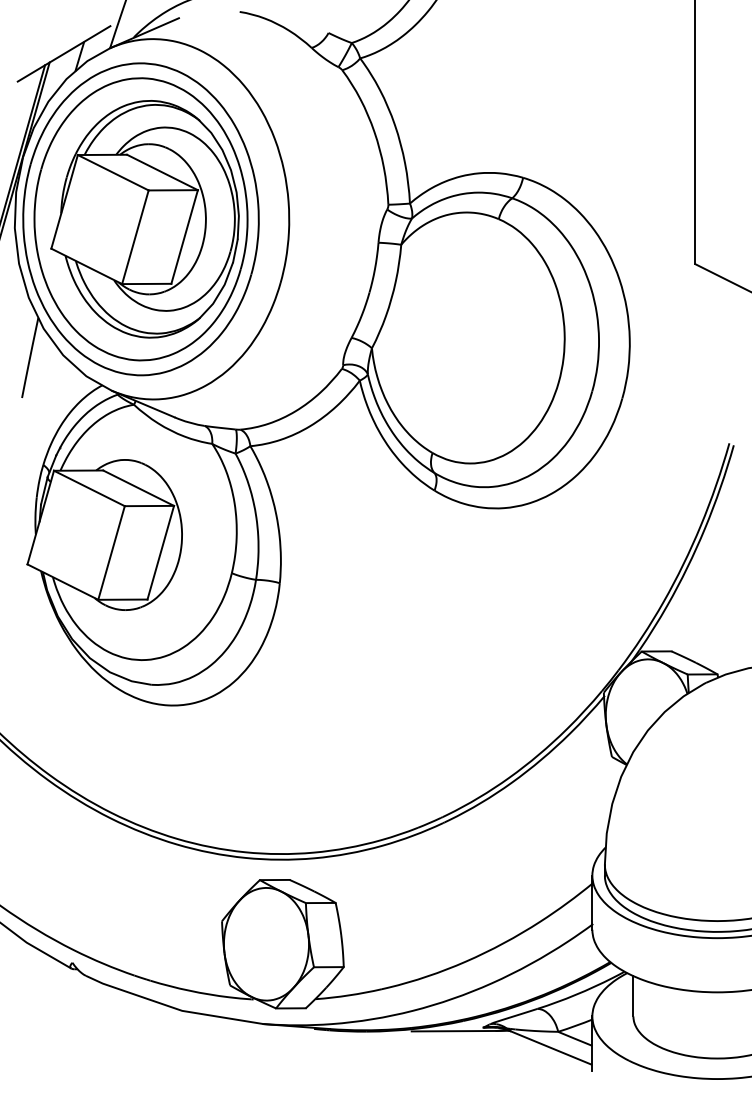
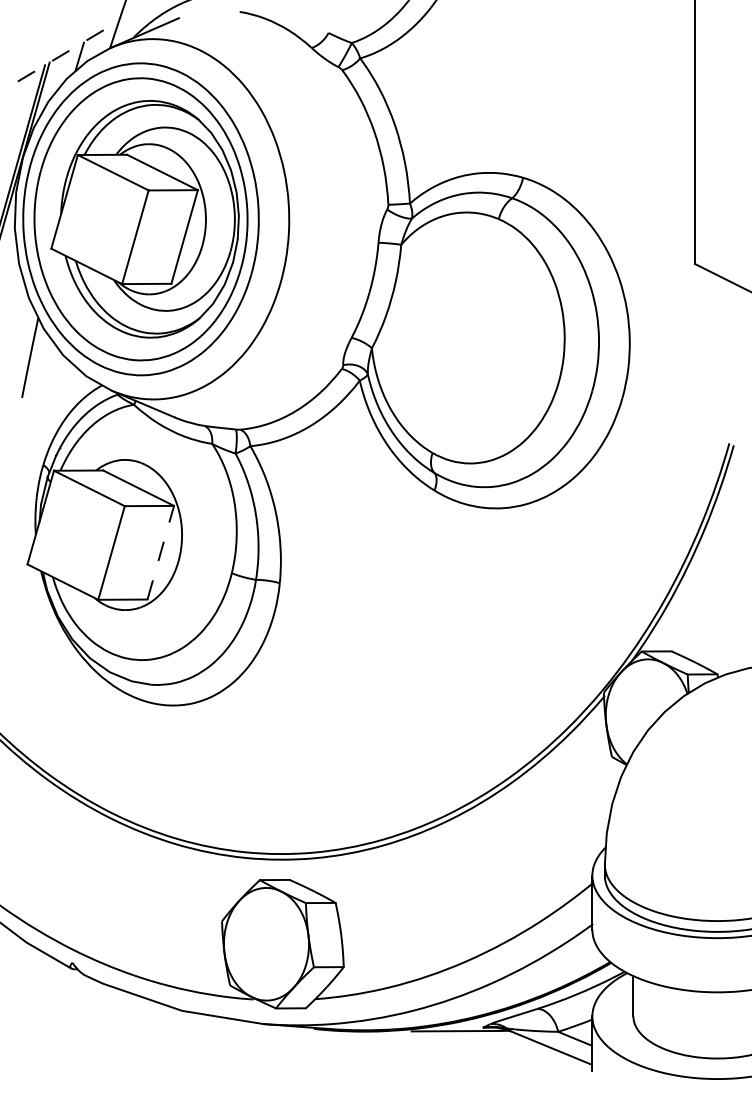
line at (64, 53): solid -> dashed
line at (160, 552): solid -> dashed
